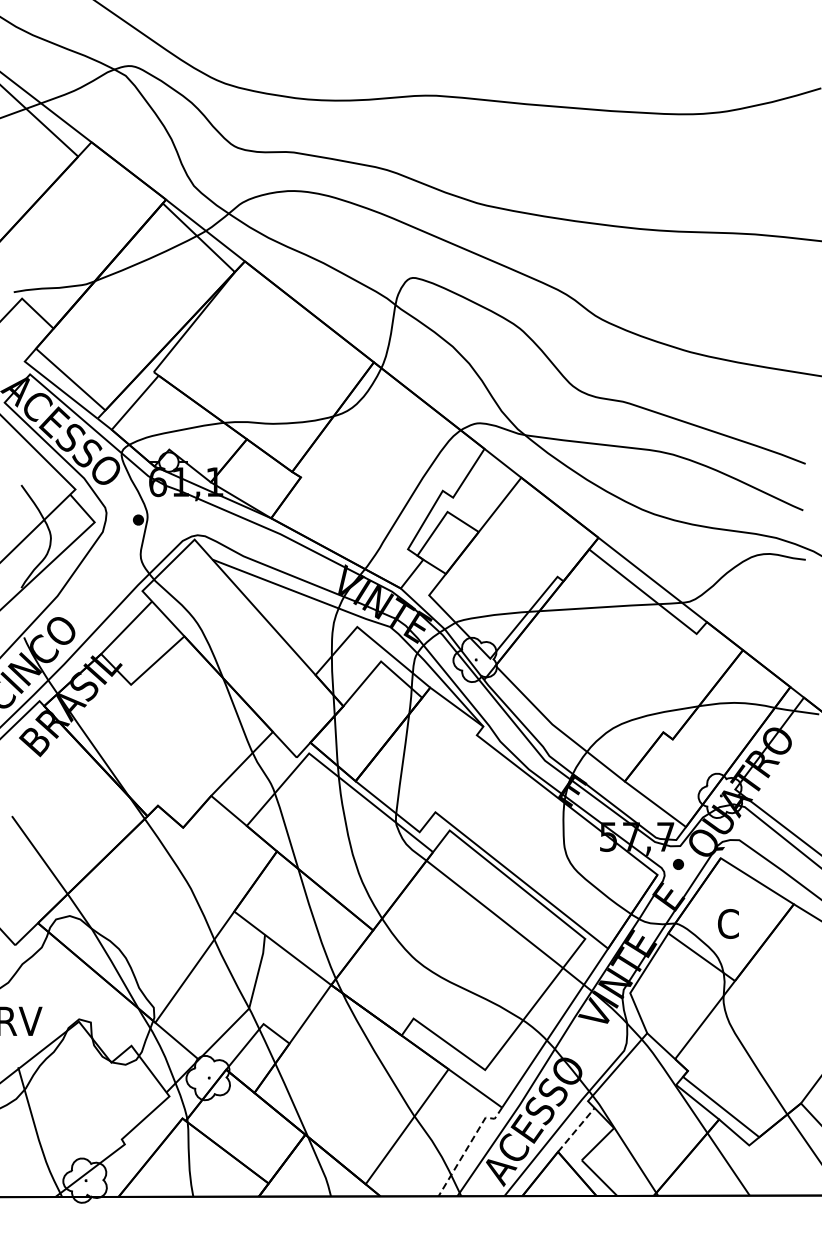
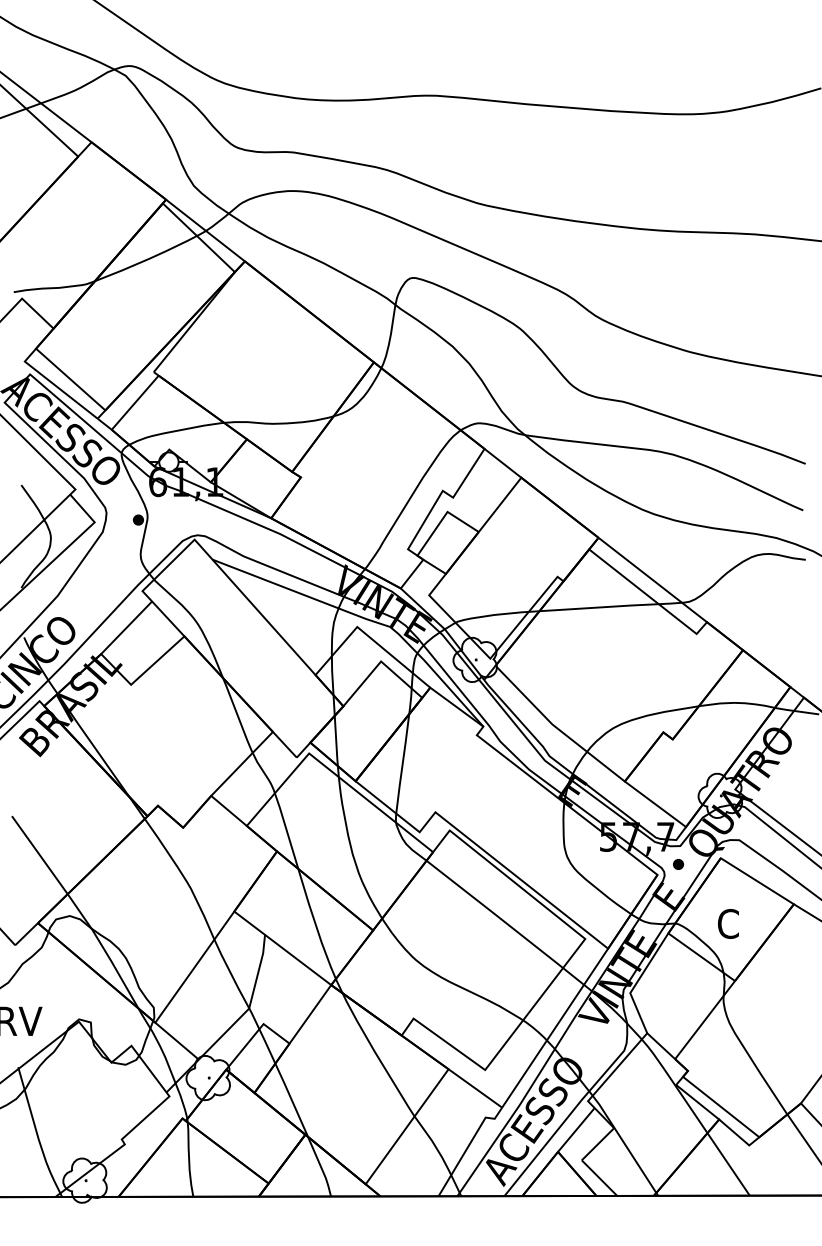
line at (576, 1130): dashed -> solid
line at (468, 1145): dashed -> solid
